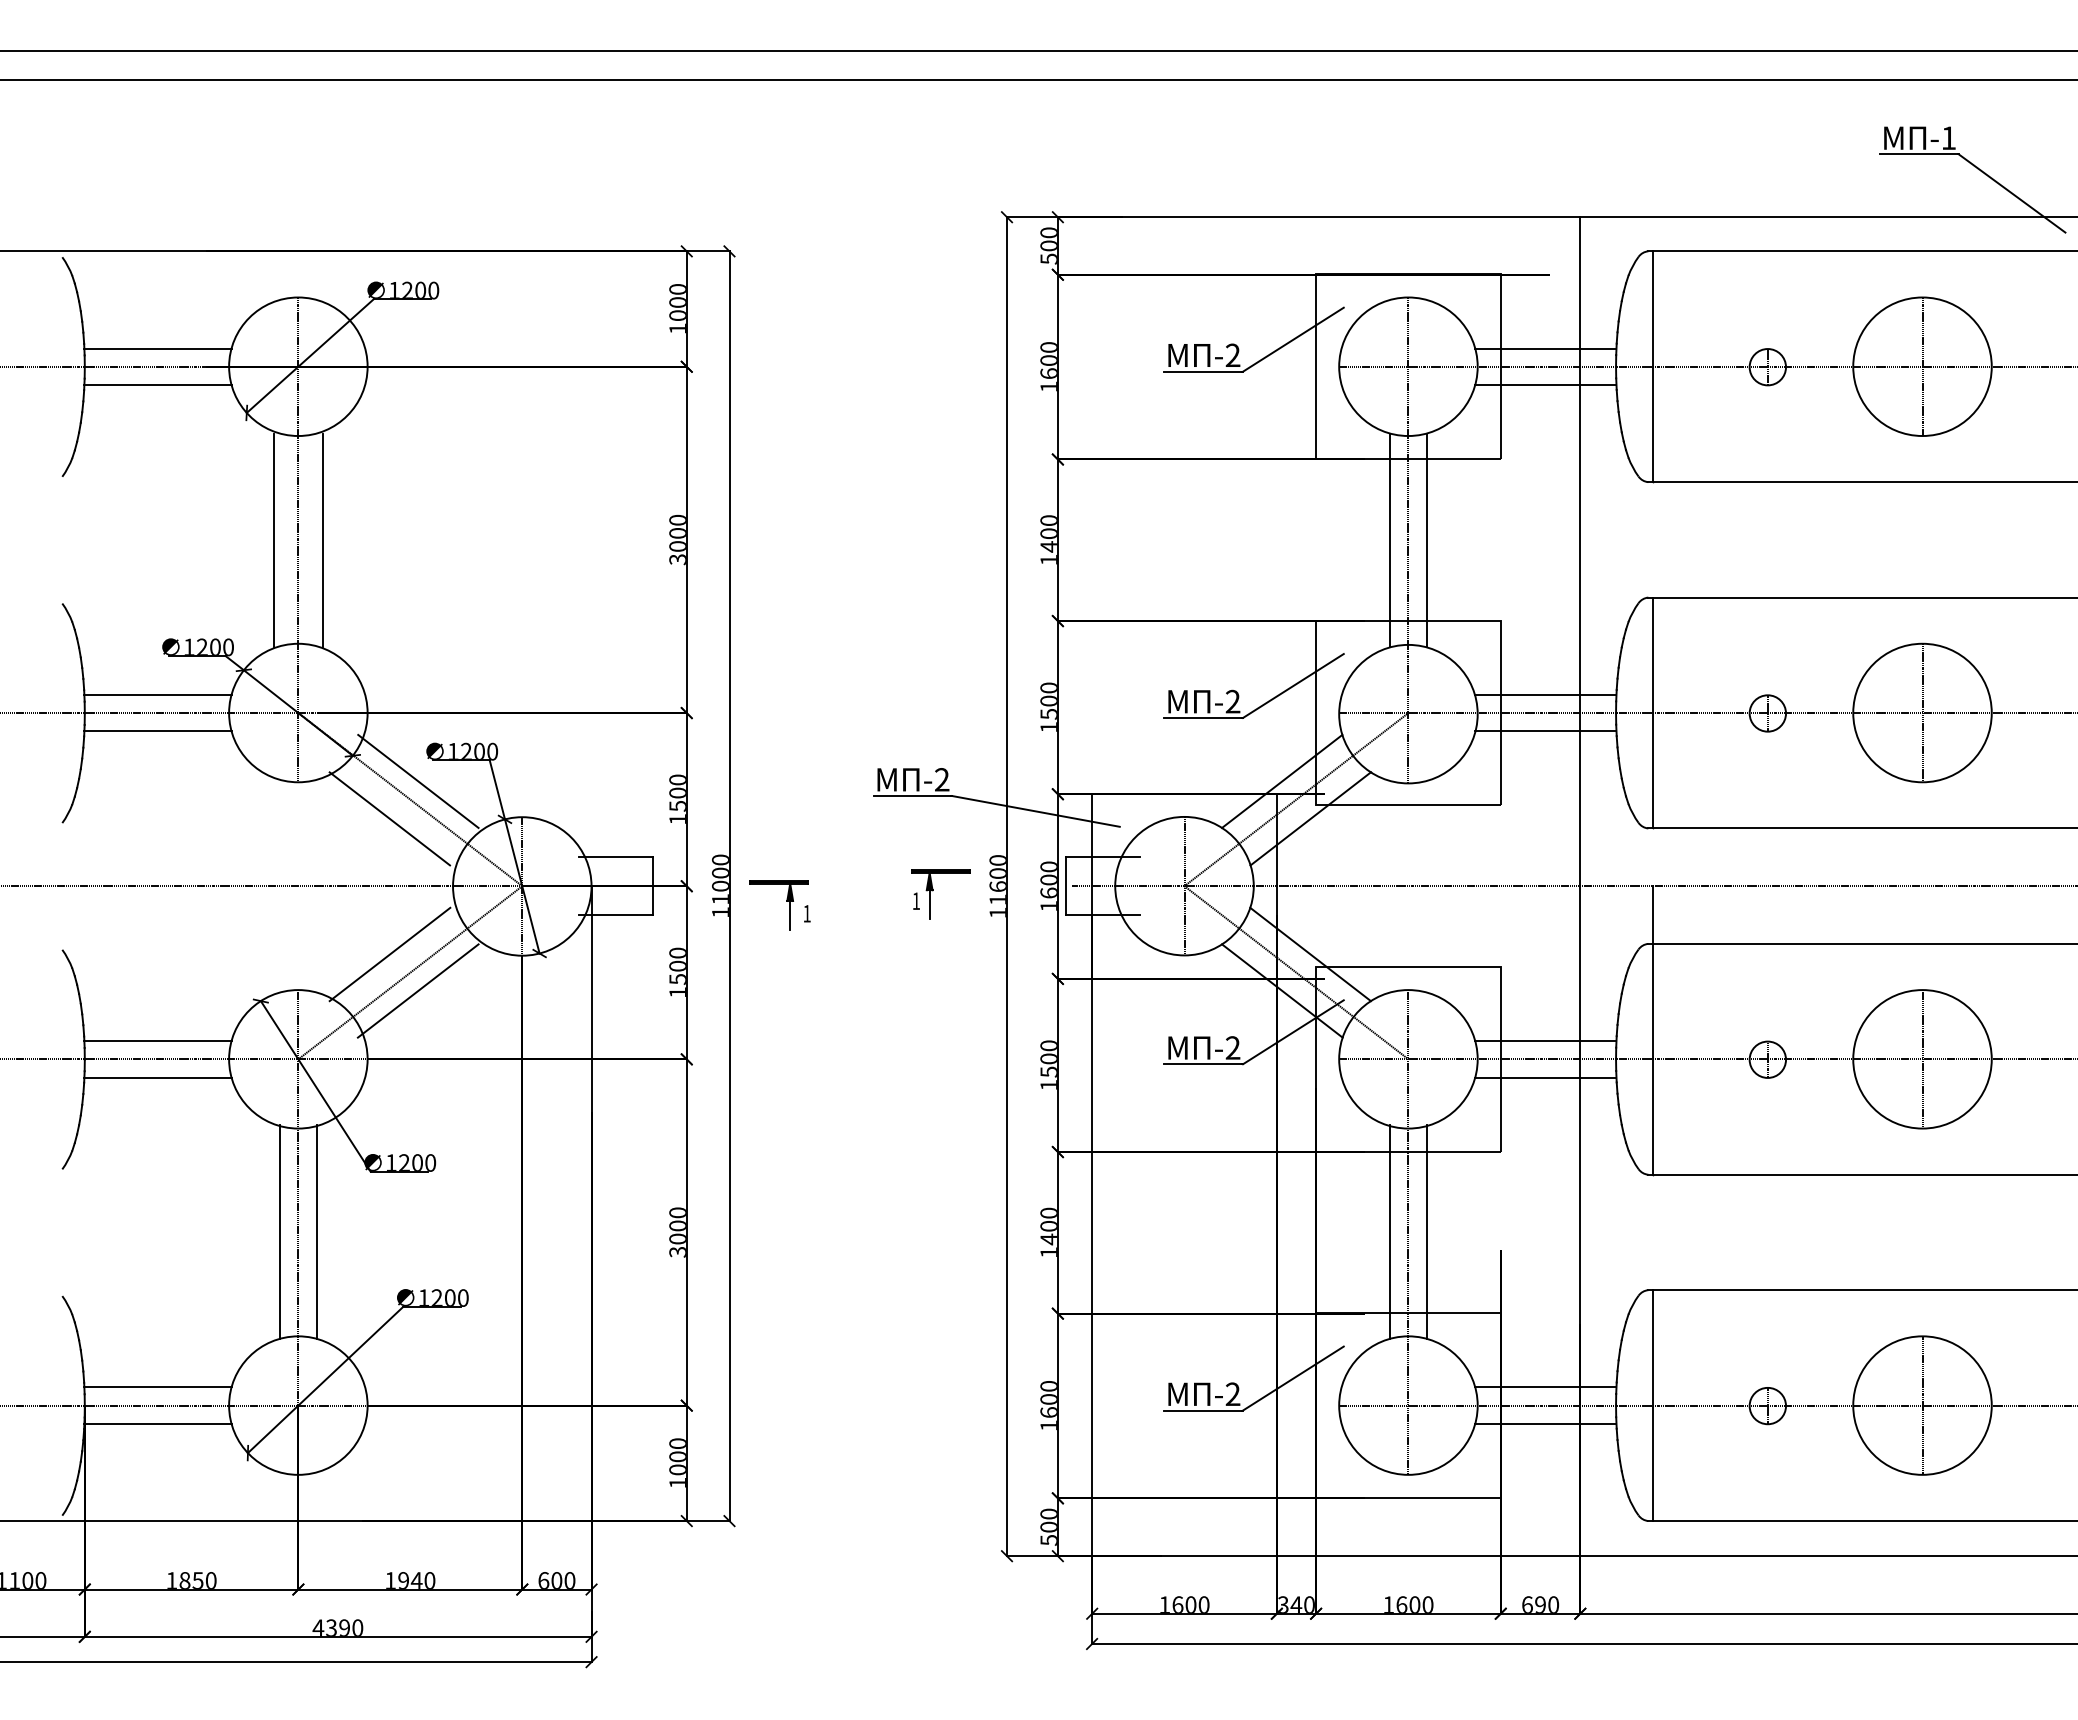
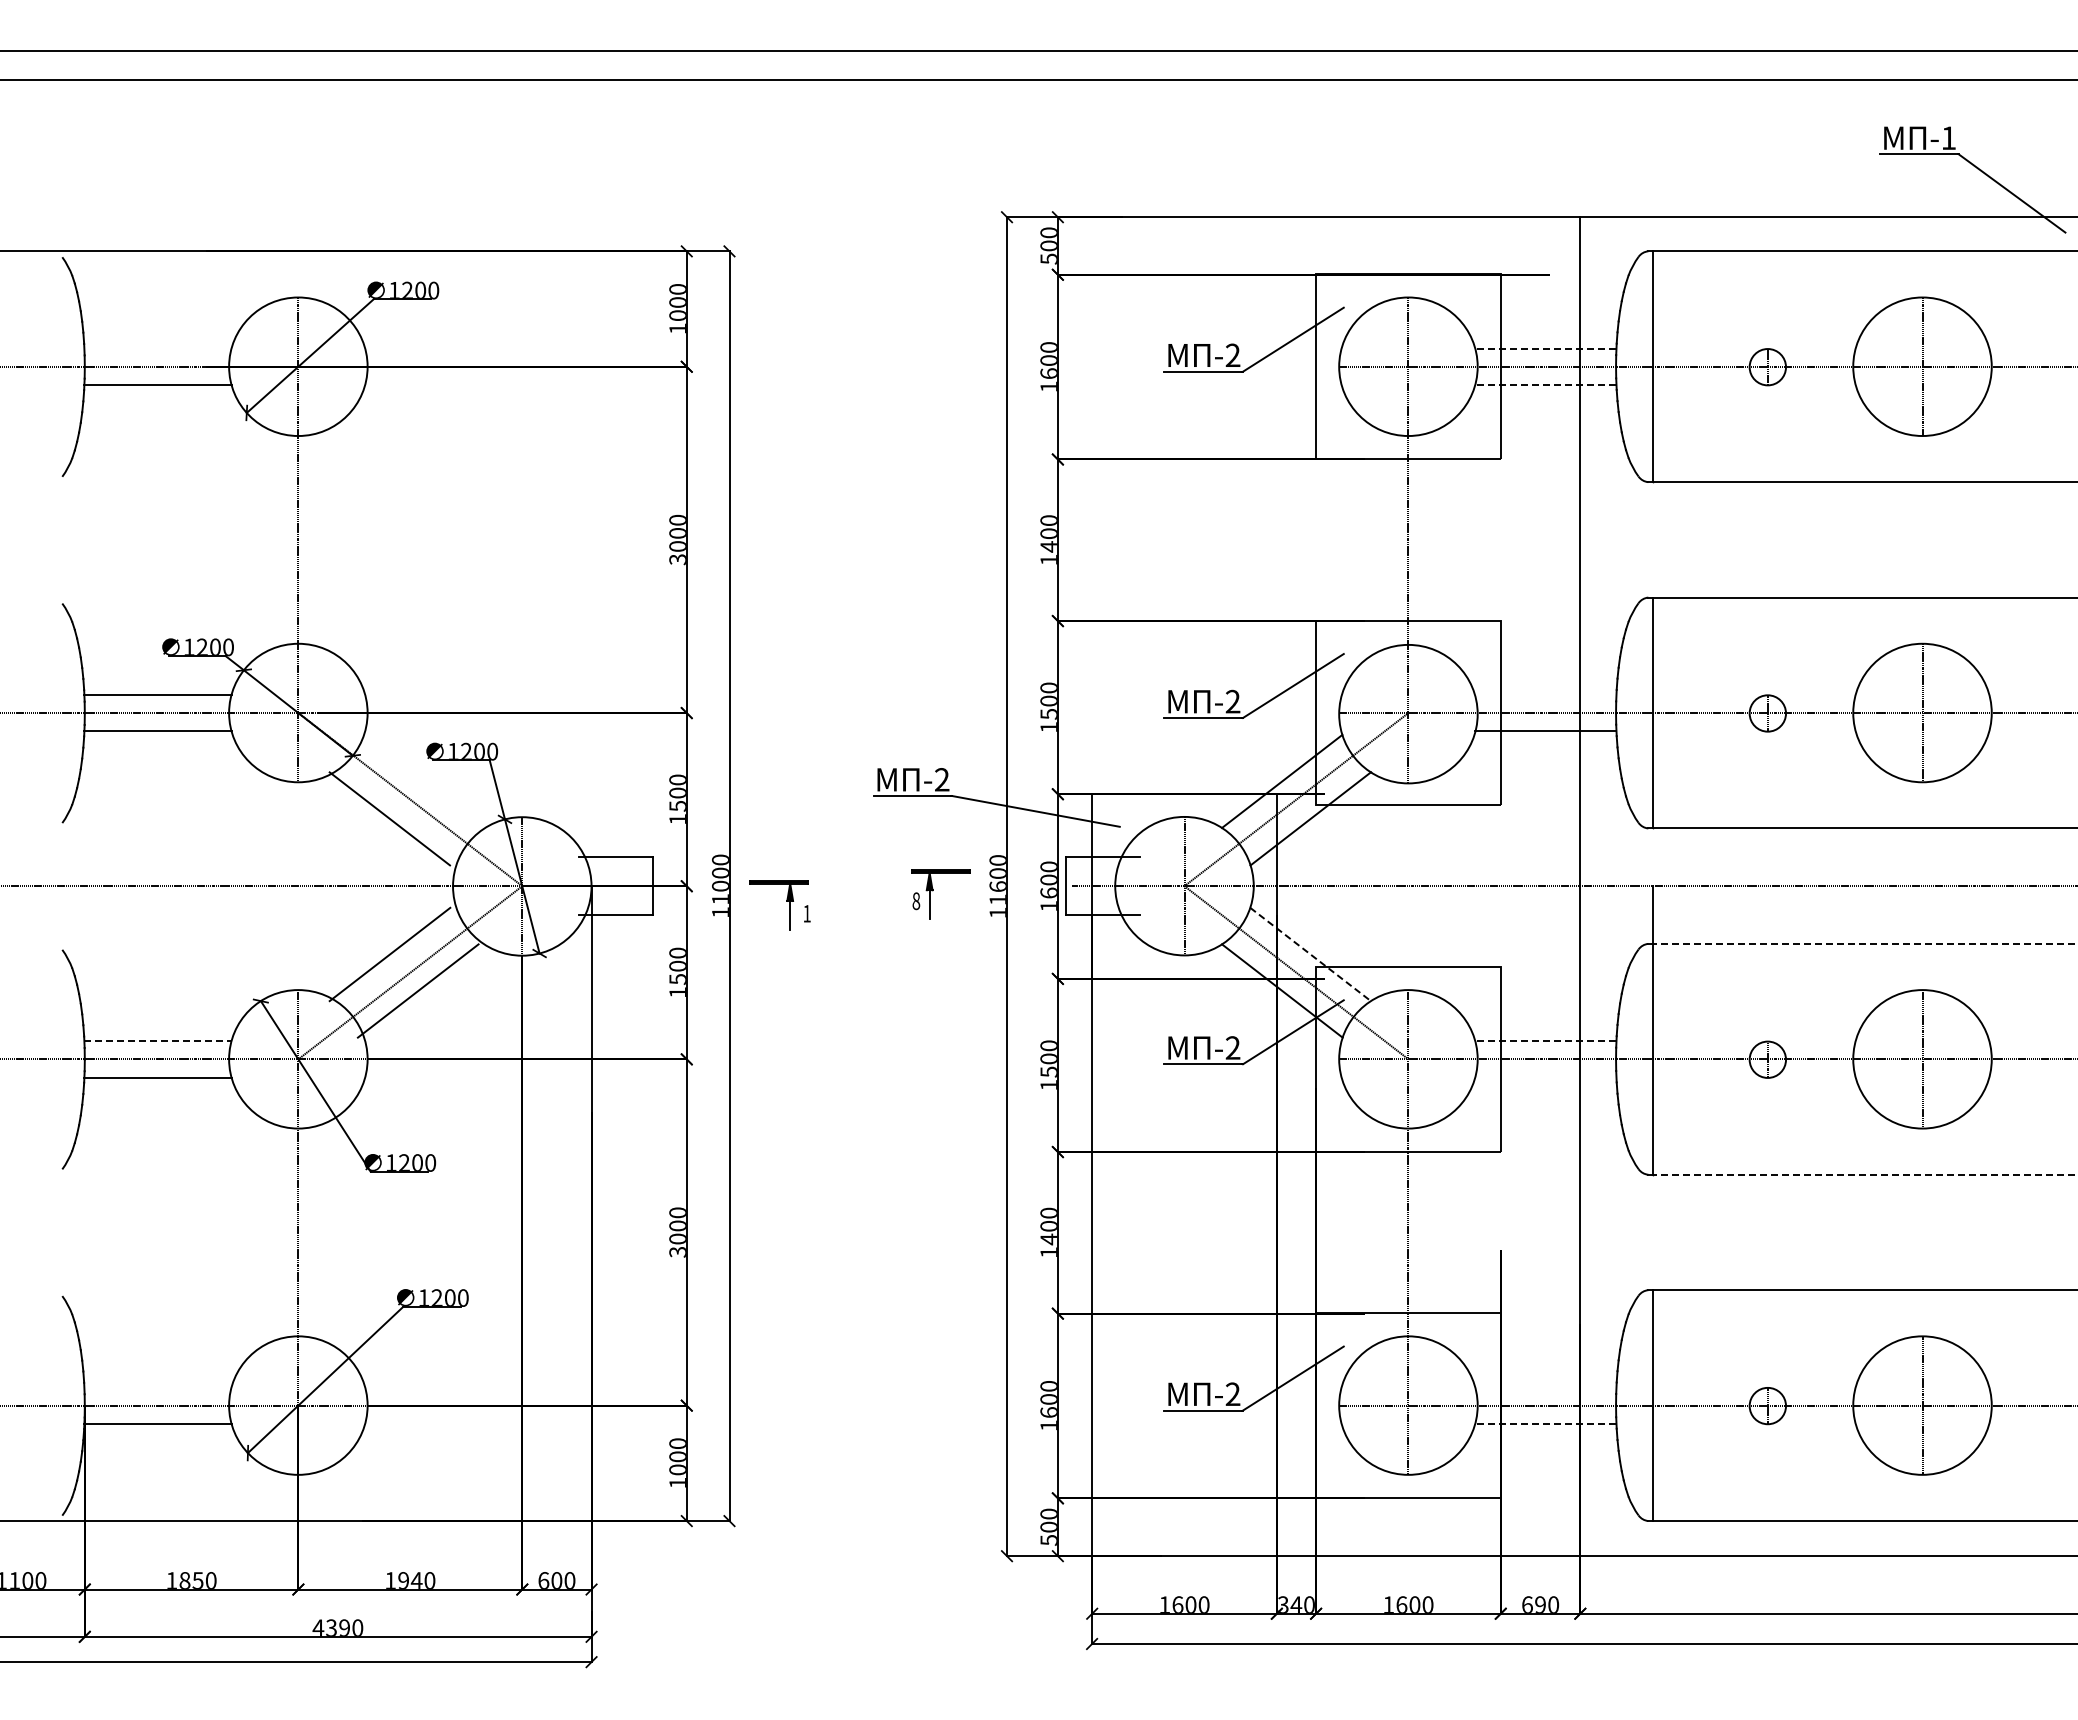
line at (157, 348): present -> none
line at (1545, 348): solid -> dashed
line at (1545, 384): solid -> dashed
line at (273, 540): present -> none
line at (322, 540): present -> none
line at (1390, 540): present -> none
line at (1426, 540): present -> none
line at (1545, 694): present -> none
line at (418, 780): present -> none
text at (916, 901): 1 -> 8
line at (1864, 943): solid -> dashed
line at (1310, 954): solid -> dashed
line at (157, 1041): solid -> dashed
line at (1545, 1041): solid -> dashed
line at (1545, 1077): present -> none
line at (1864, 1174): solid -> dashed
line at (280, 1231): present -> none
line at (316, 1231): present -> none
line at (1390, 1231): present -> none
line at (1426, 1231): present -> none
line at (157, 1387): present -> none
line at (1545, 1387): present -> none
line at (1545, 1423): solid -> dashed
